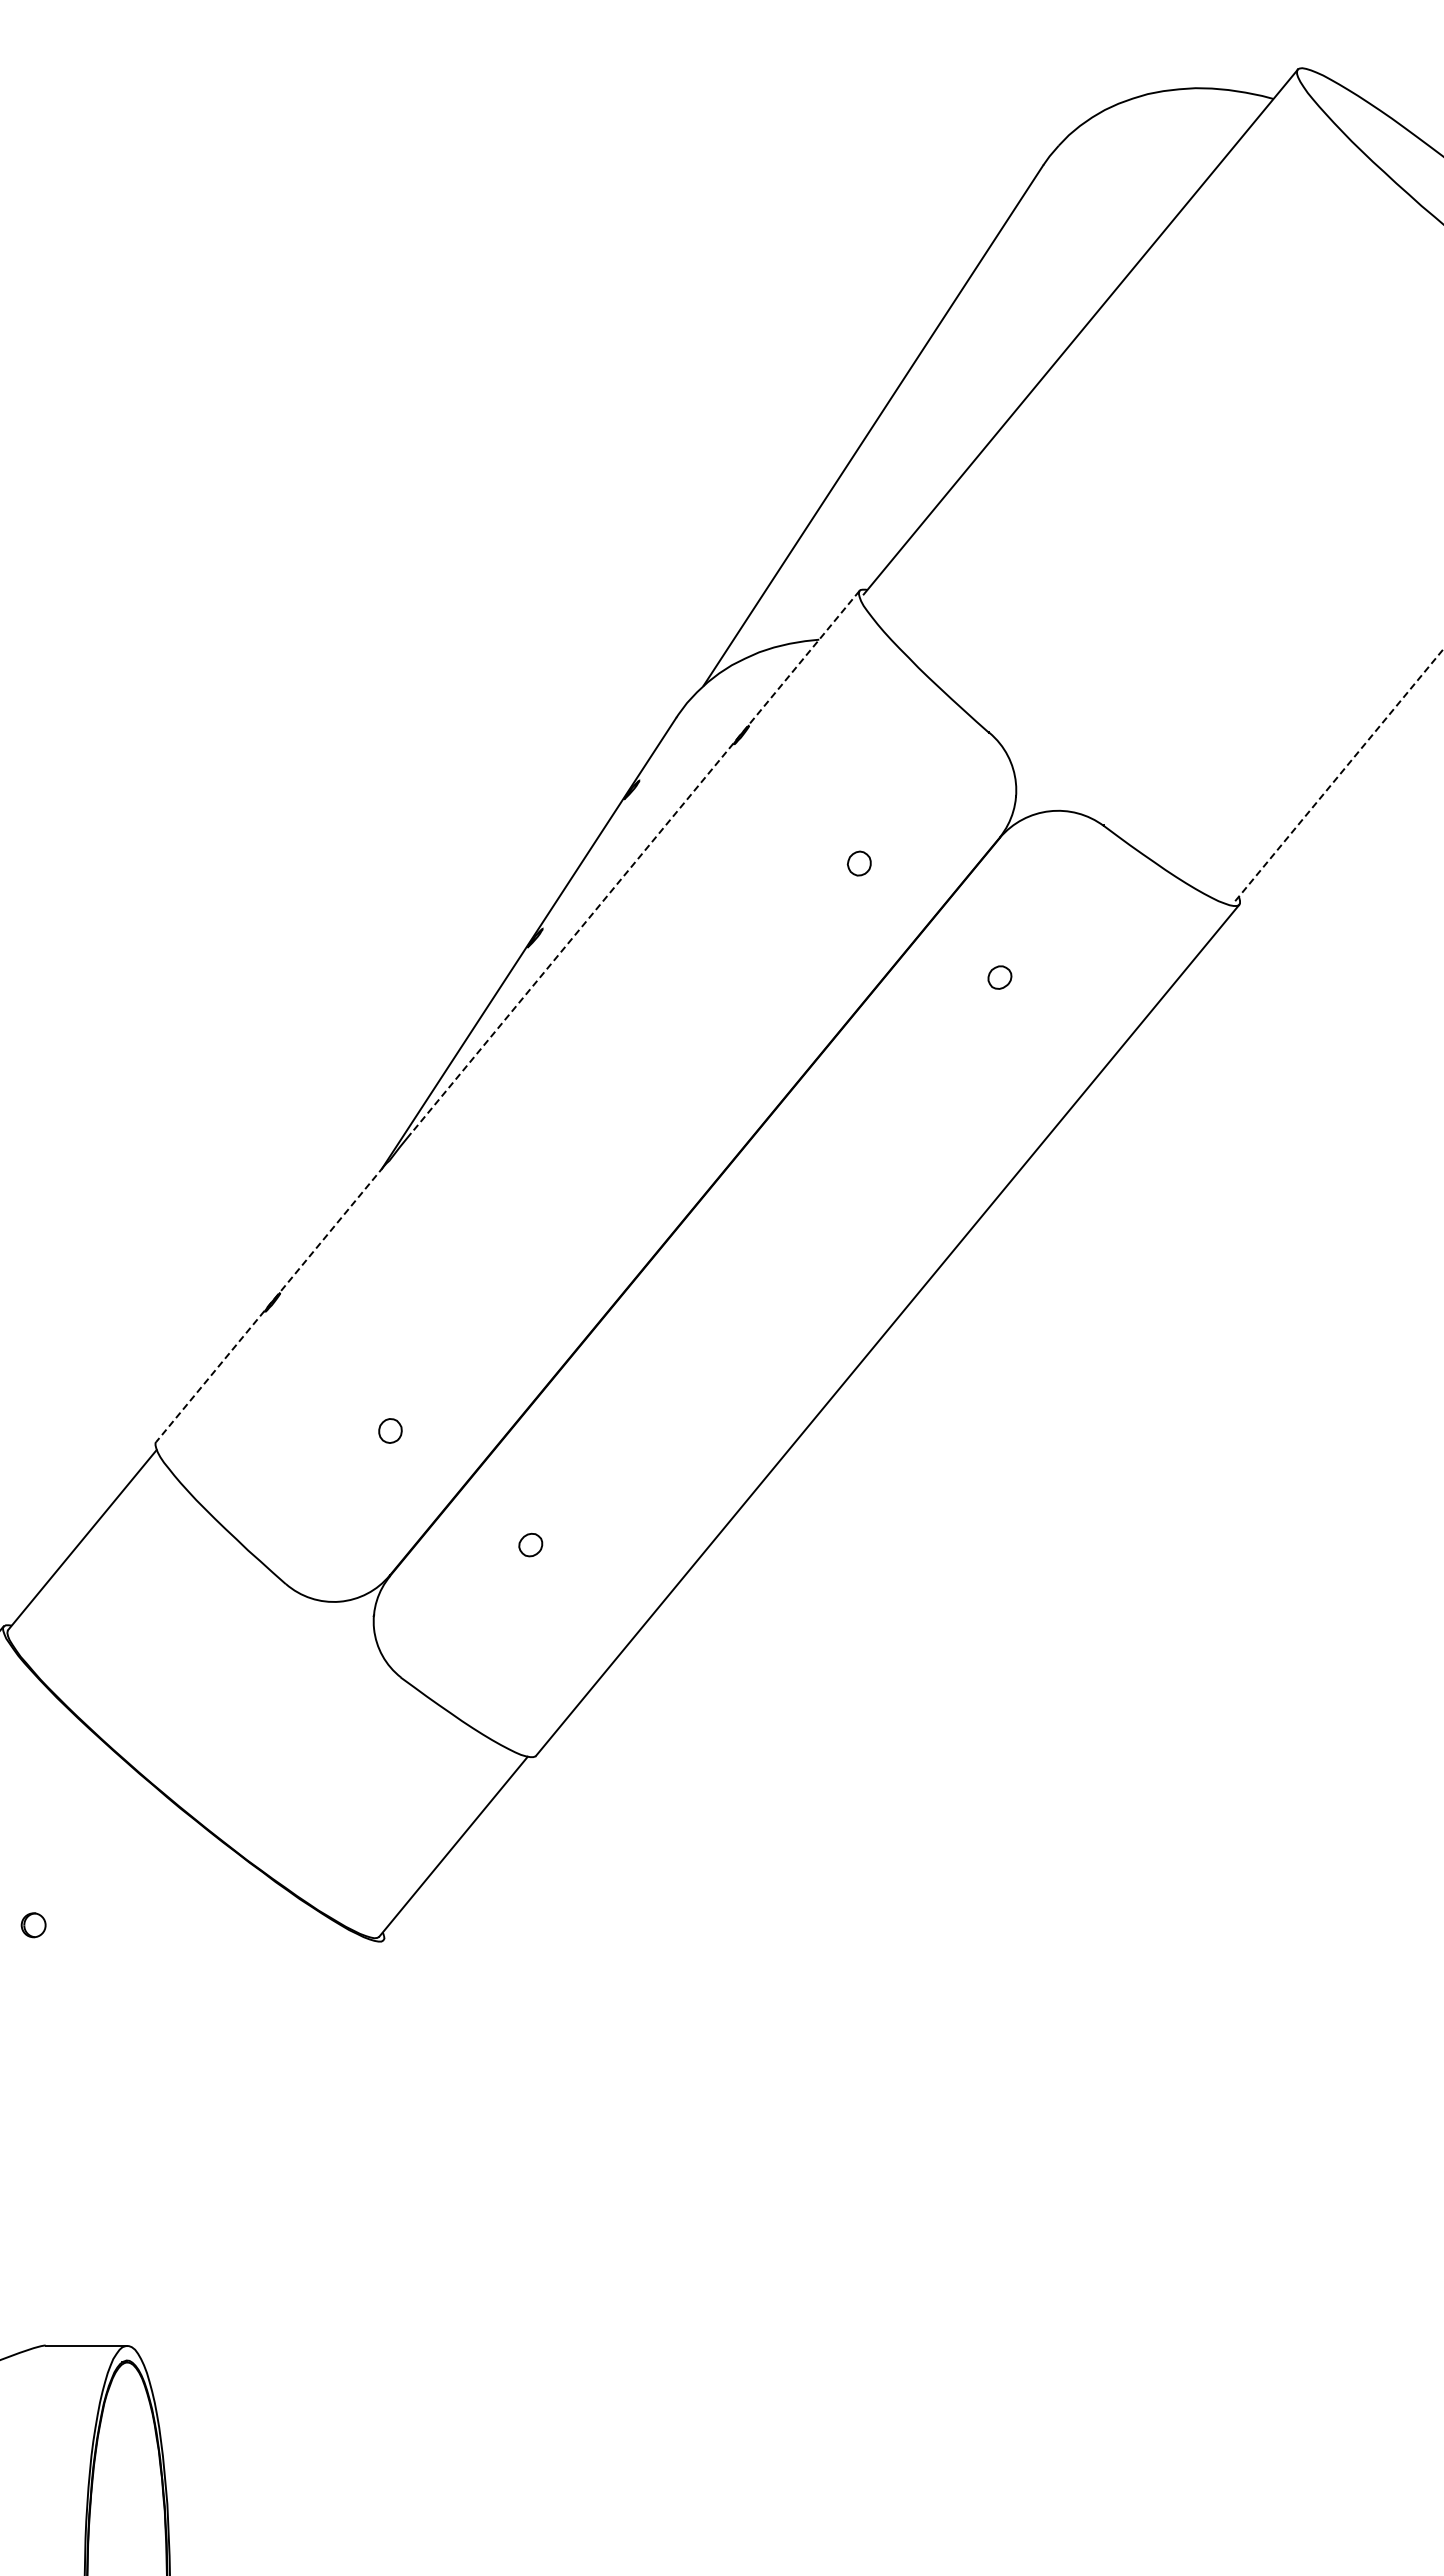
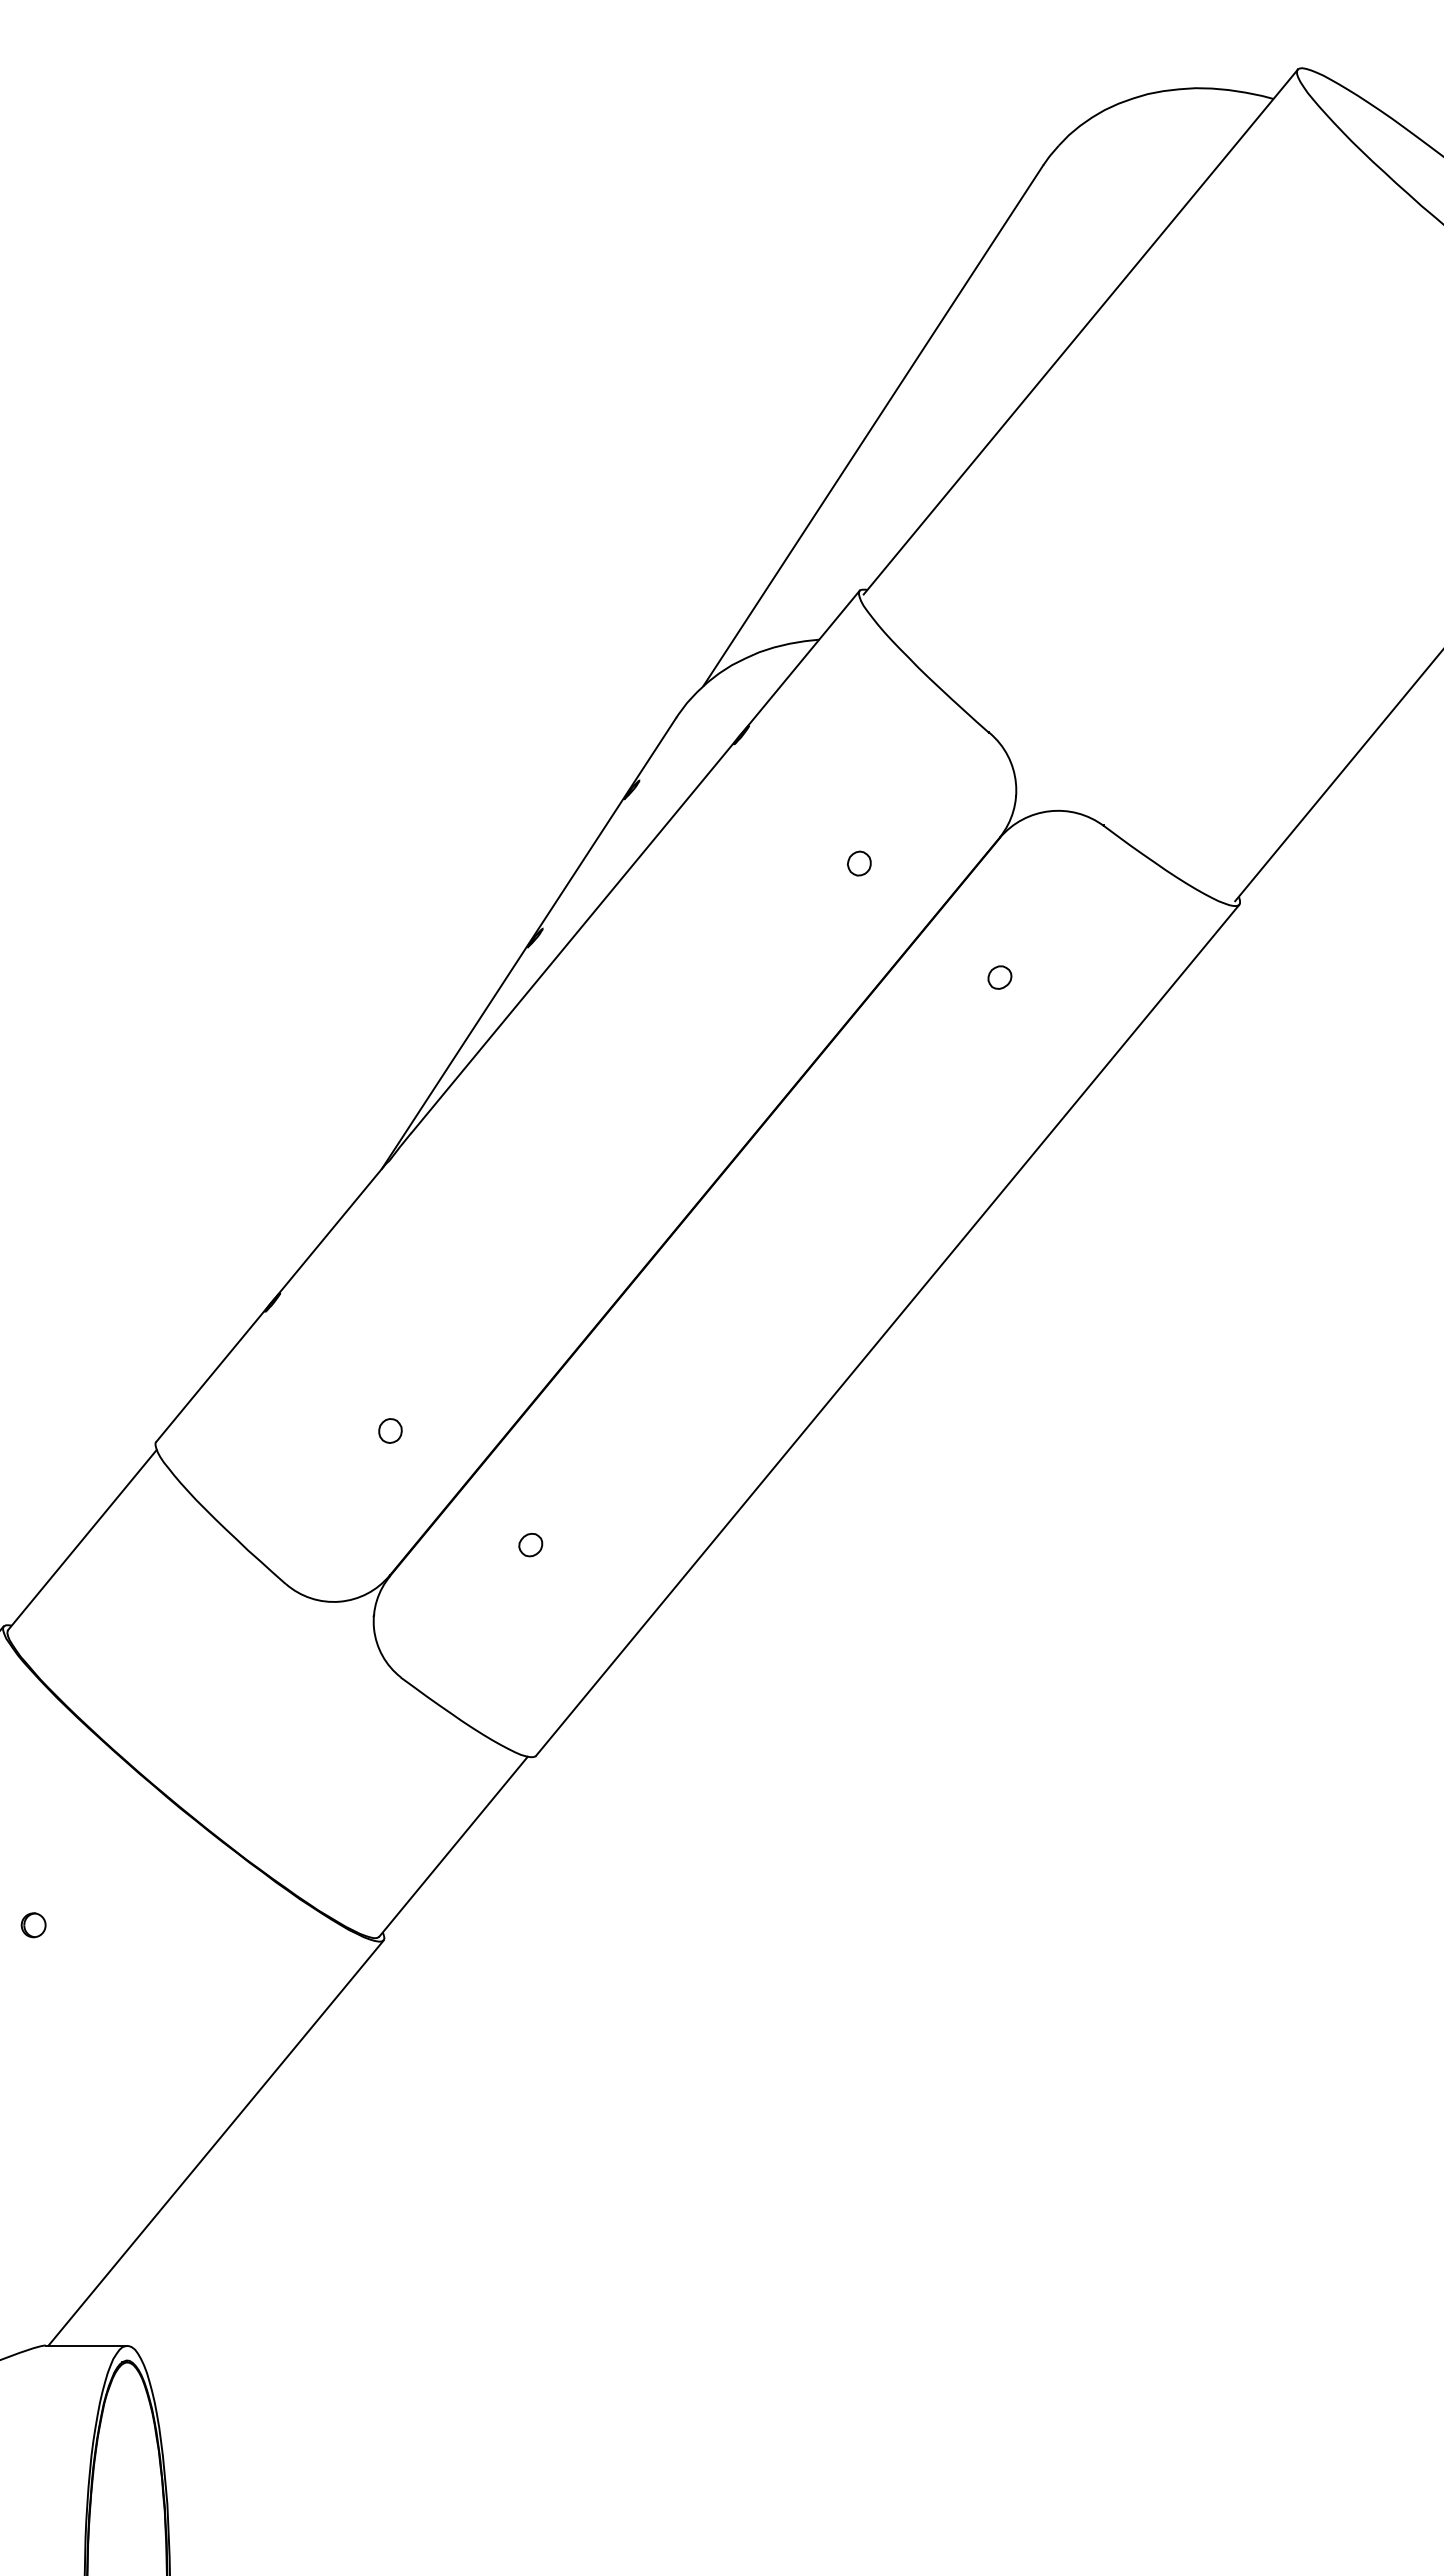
line at (1339, 774): dashed -> solid
line at (635, 861): dashed -> solid
line at (269, 1304): dashed -> solid
line at (215, 2142): none -> present
